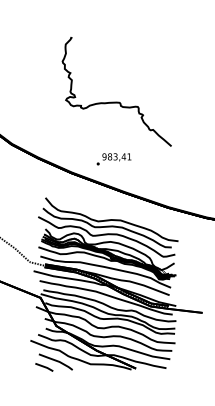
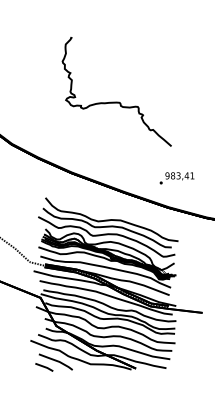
text at (113, 159) position: (113, 159) -> (176, 178)
